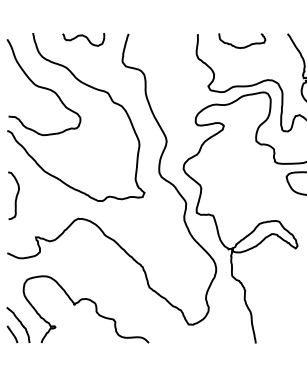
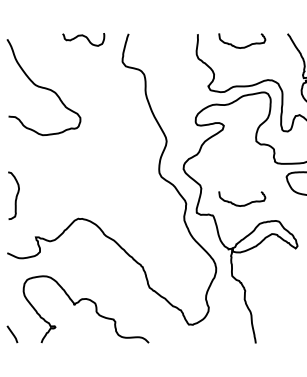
curve at (91, 88): present -> none
curve at (242, 204): none -> present
curve at (20, 324): present -> none
